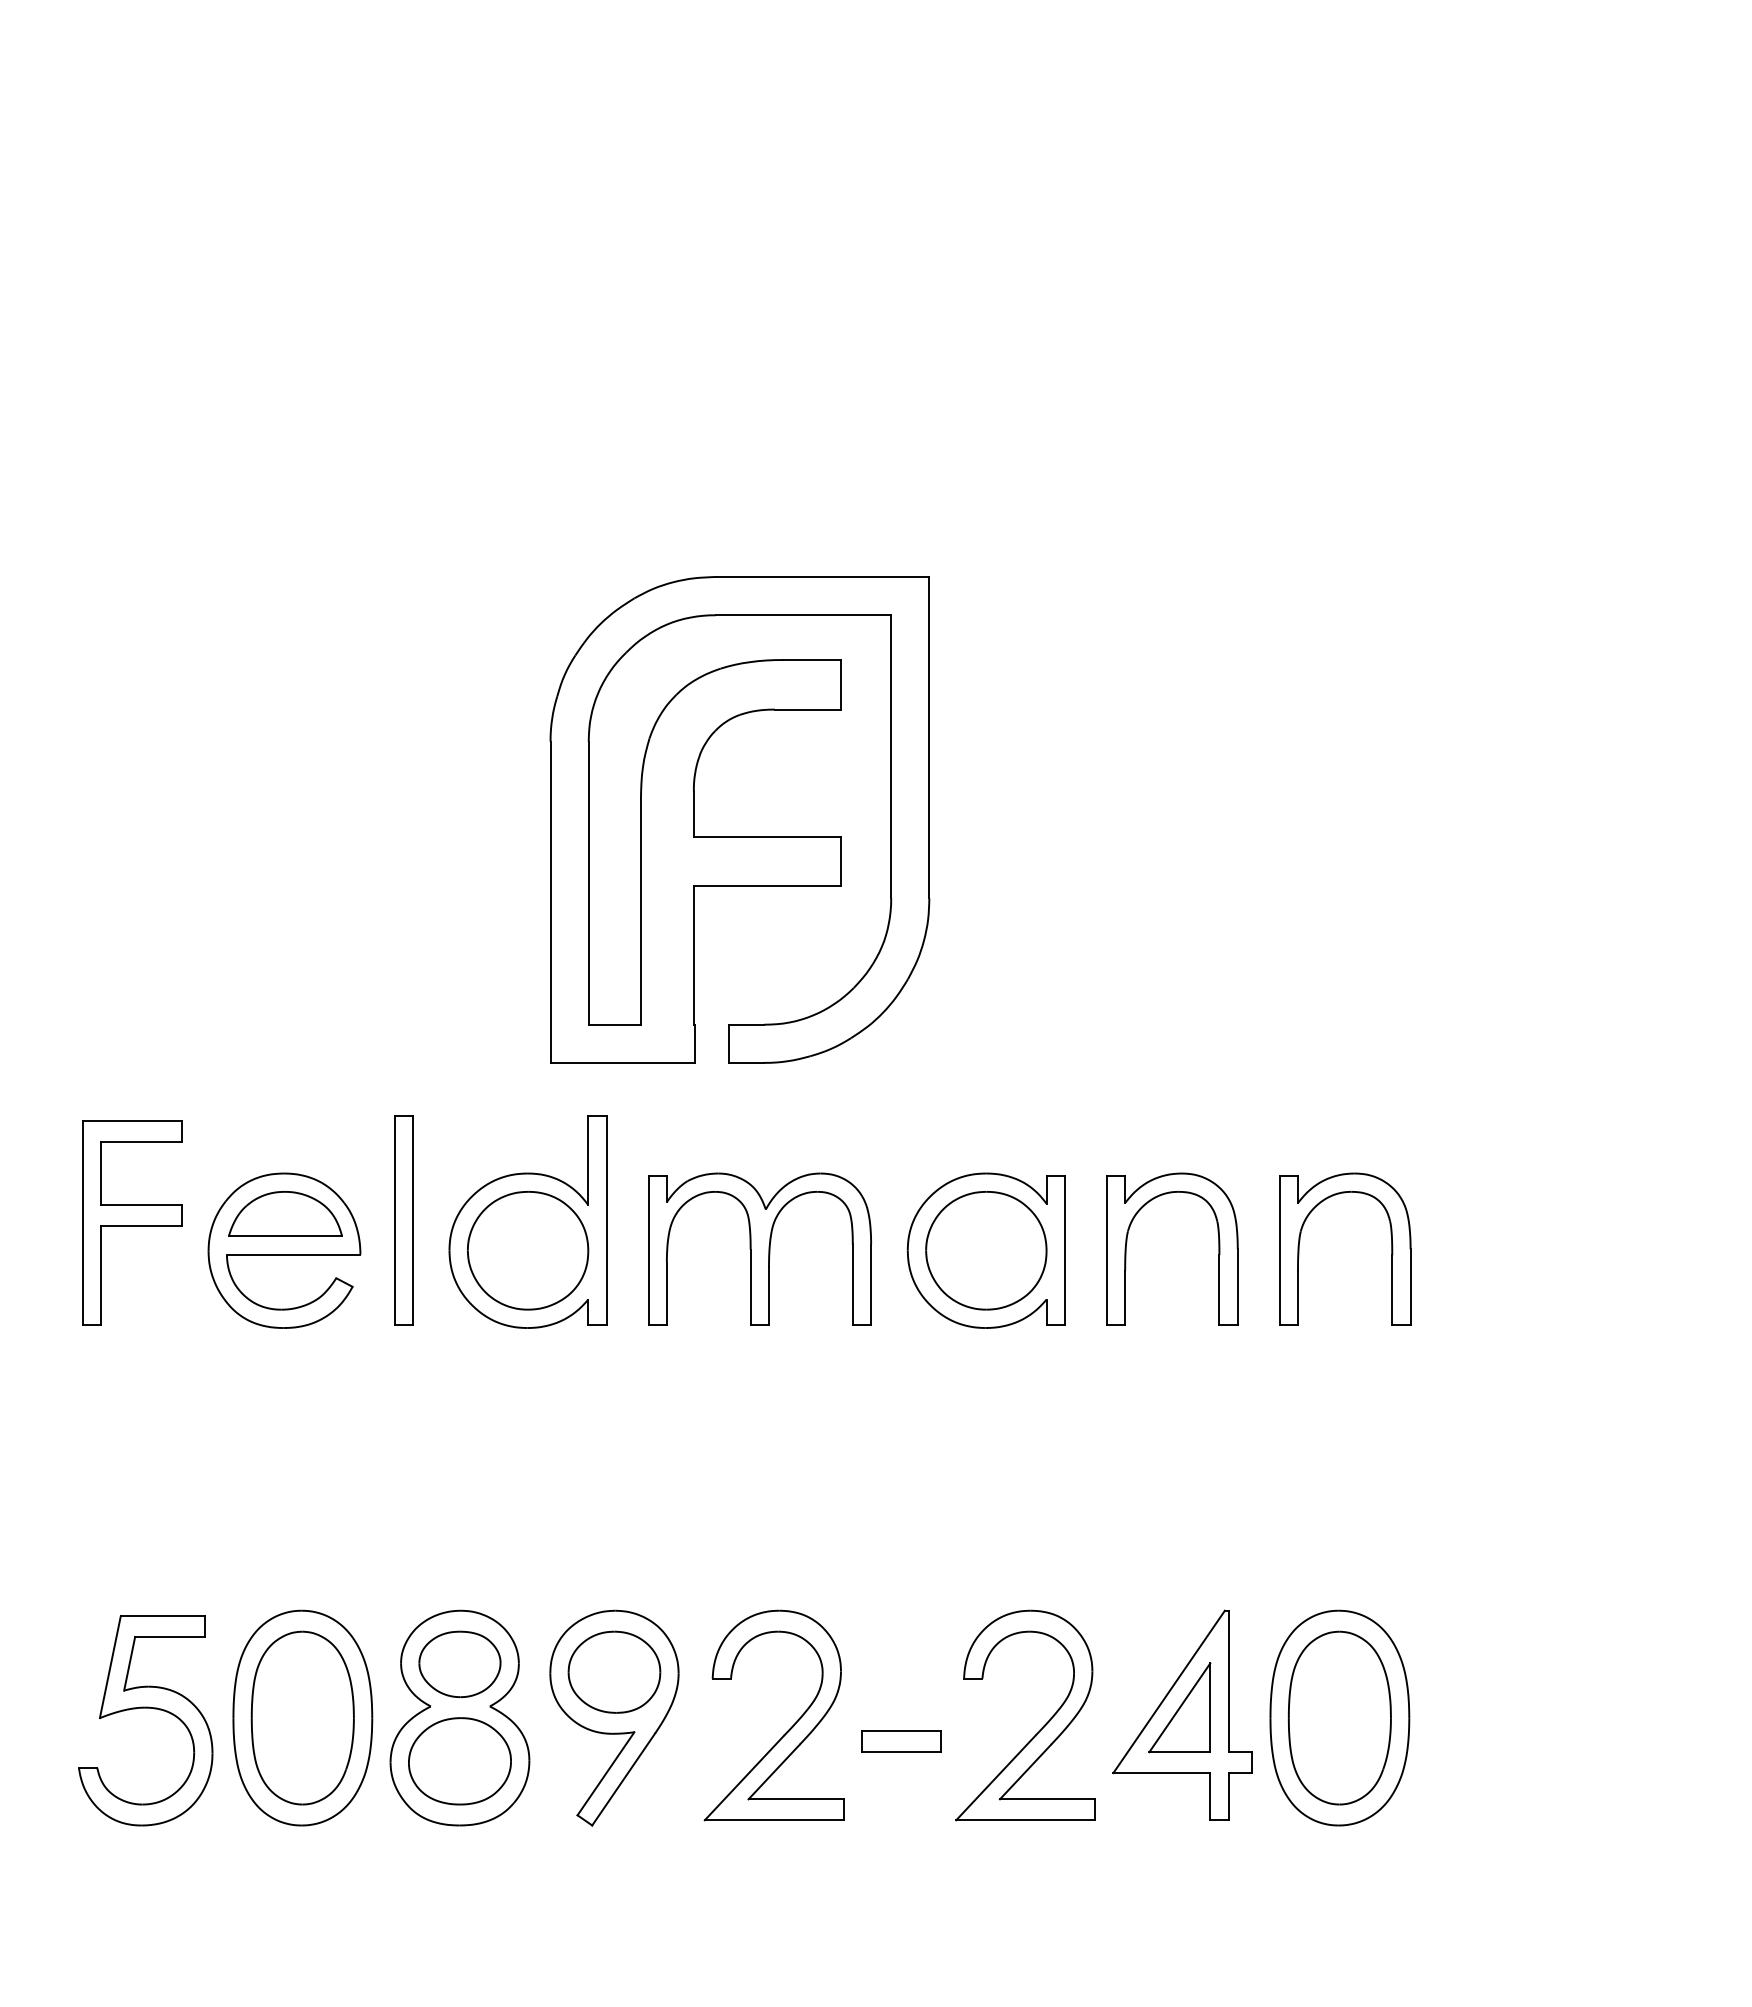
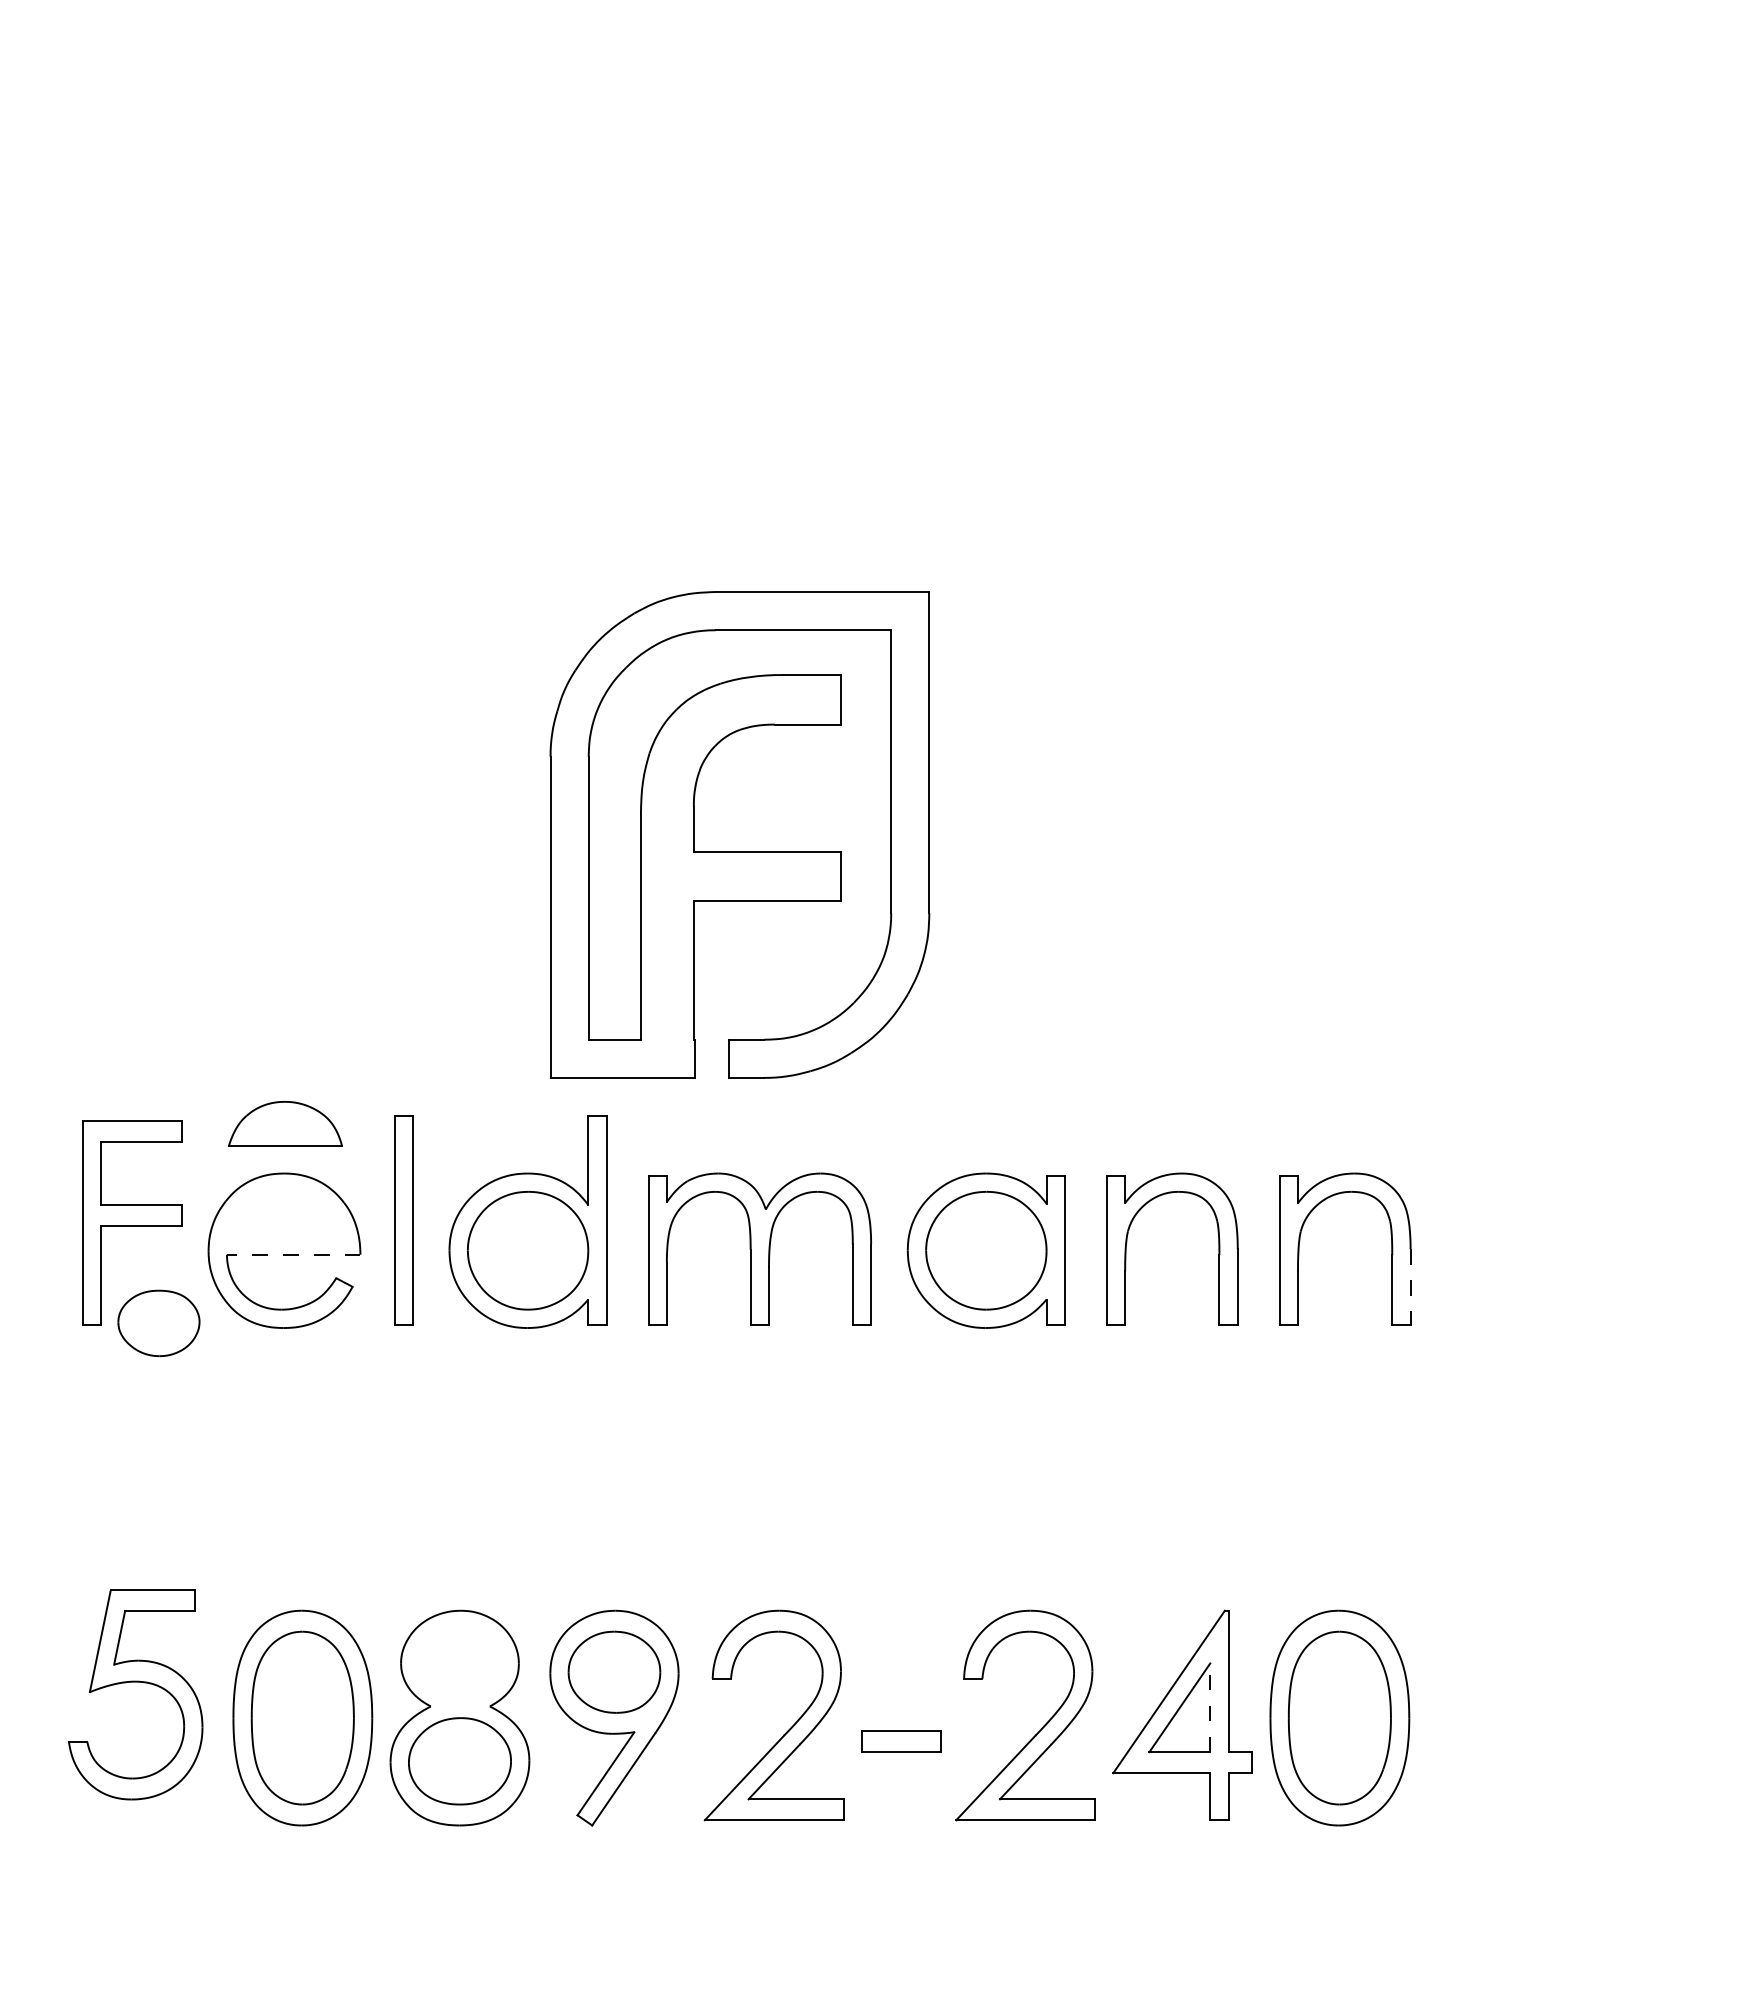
part at (739, 836) position: (739, 836) -> (739, 851)
part at (285, 1213) position: (285, 1213) -> (285, 1123)
line at (293, 1254): solid -> dashed
line at (1410, 1287): solid -> dashed
part at (459, 1664) position: (459, 1664) -> (158, 1323)
line at (1210, 1707): solid -> dashed
part at (145, 1708) position: (145, 1708) -> (135, 1682)
